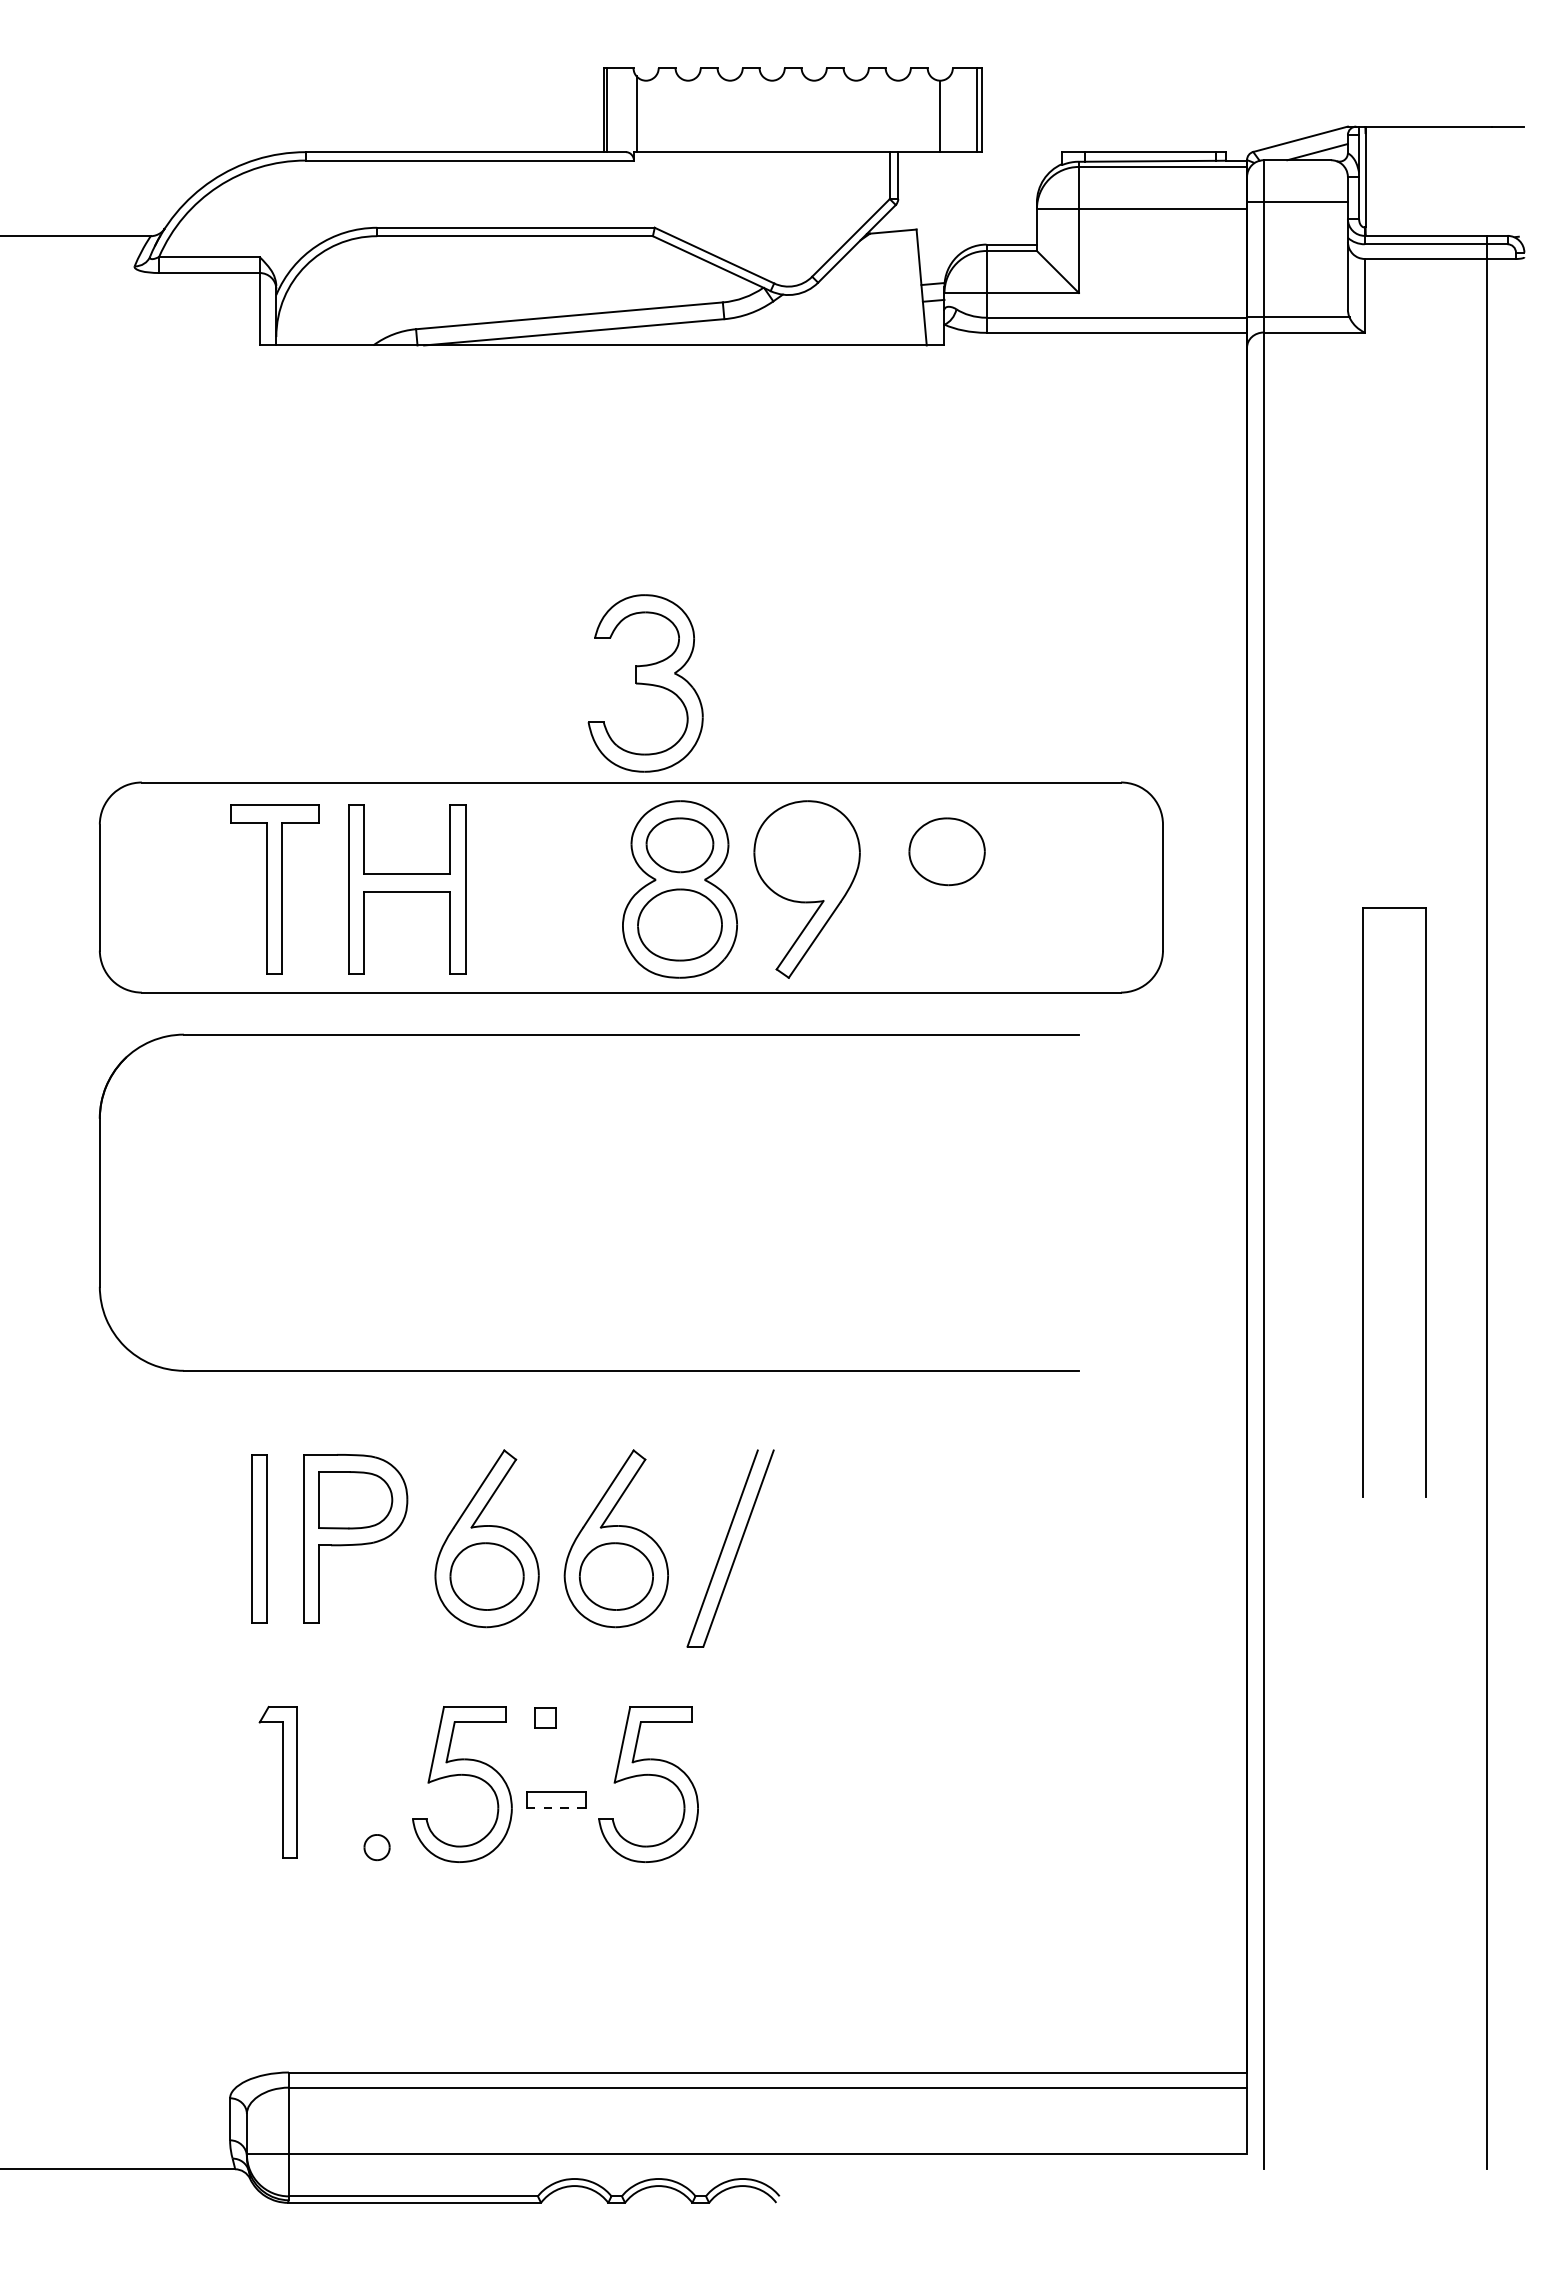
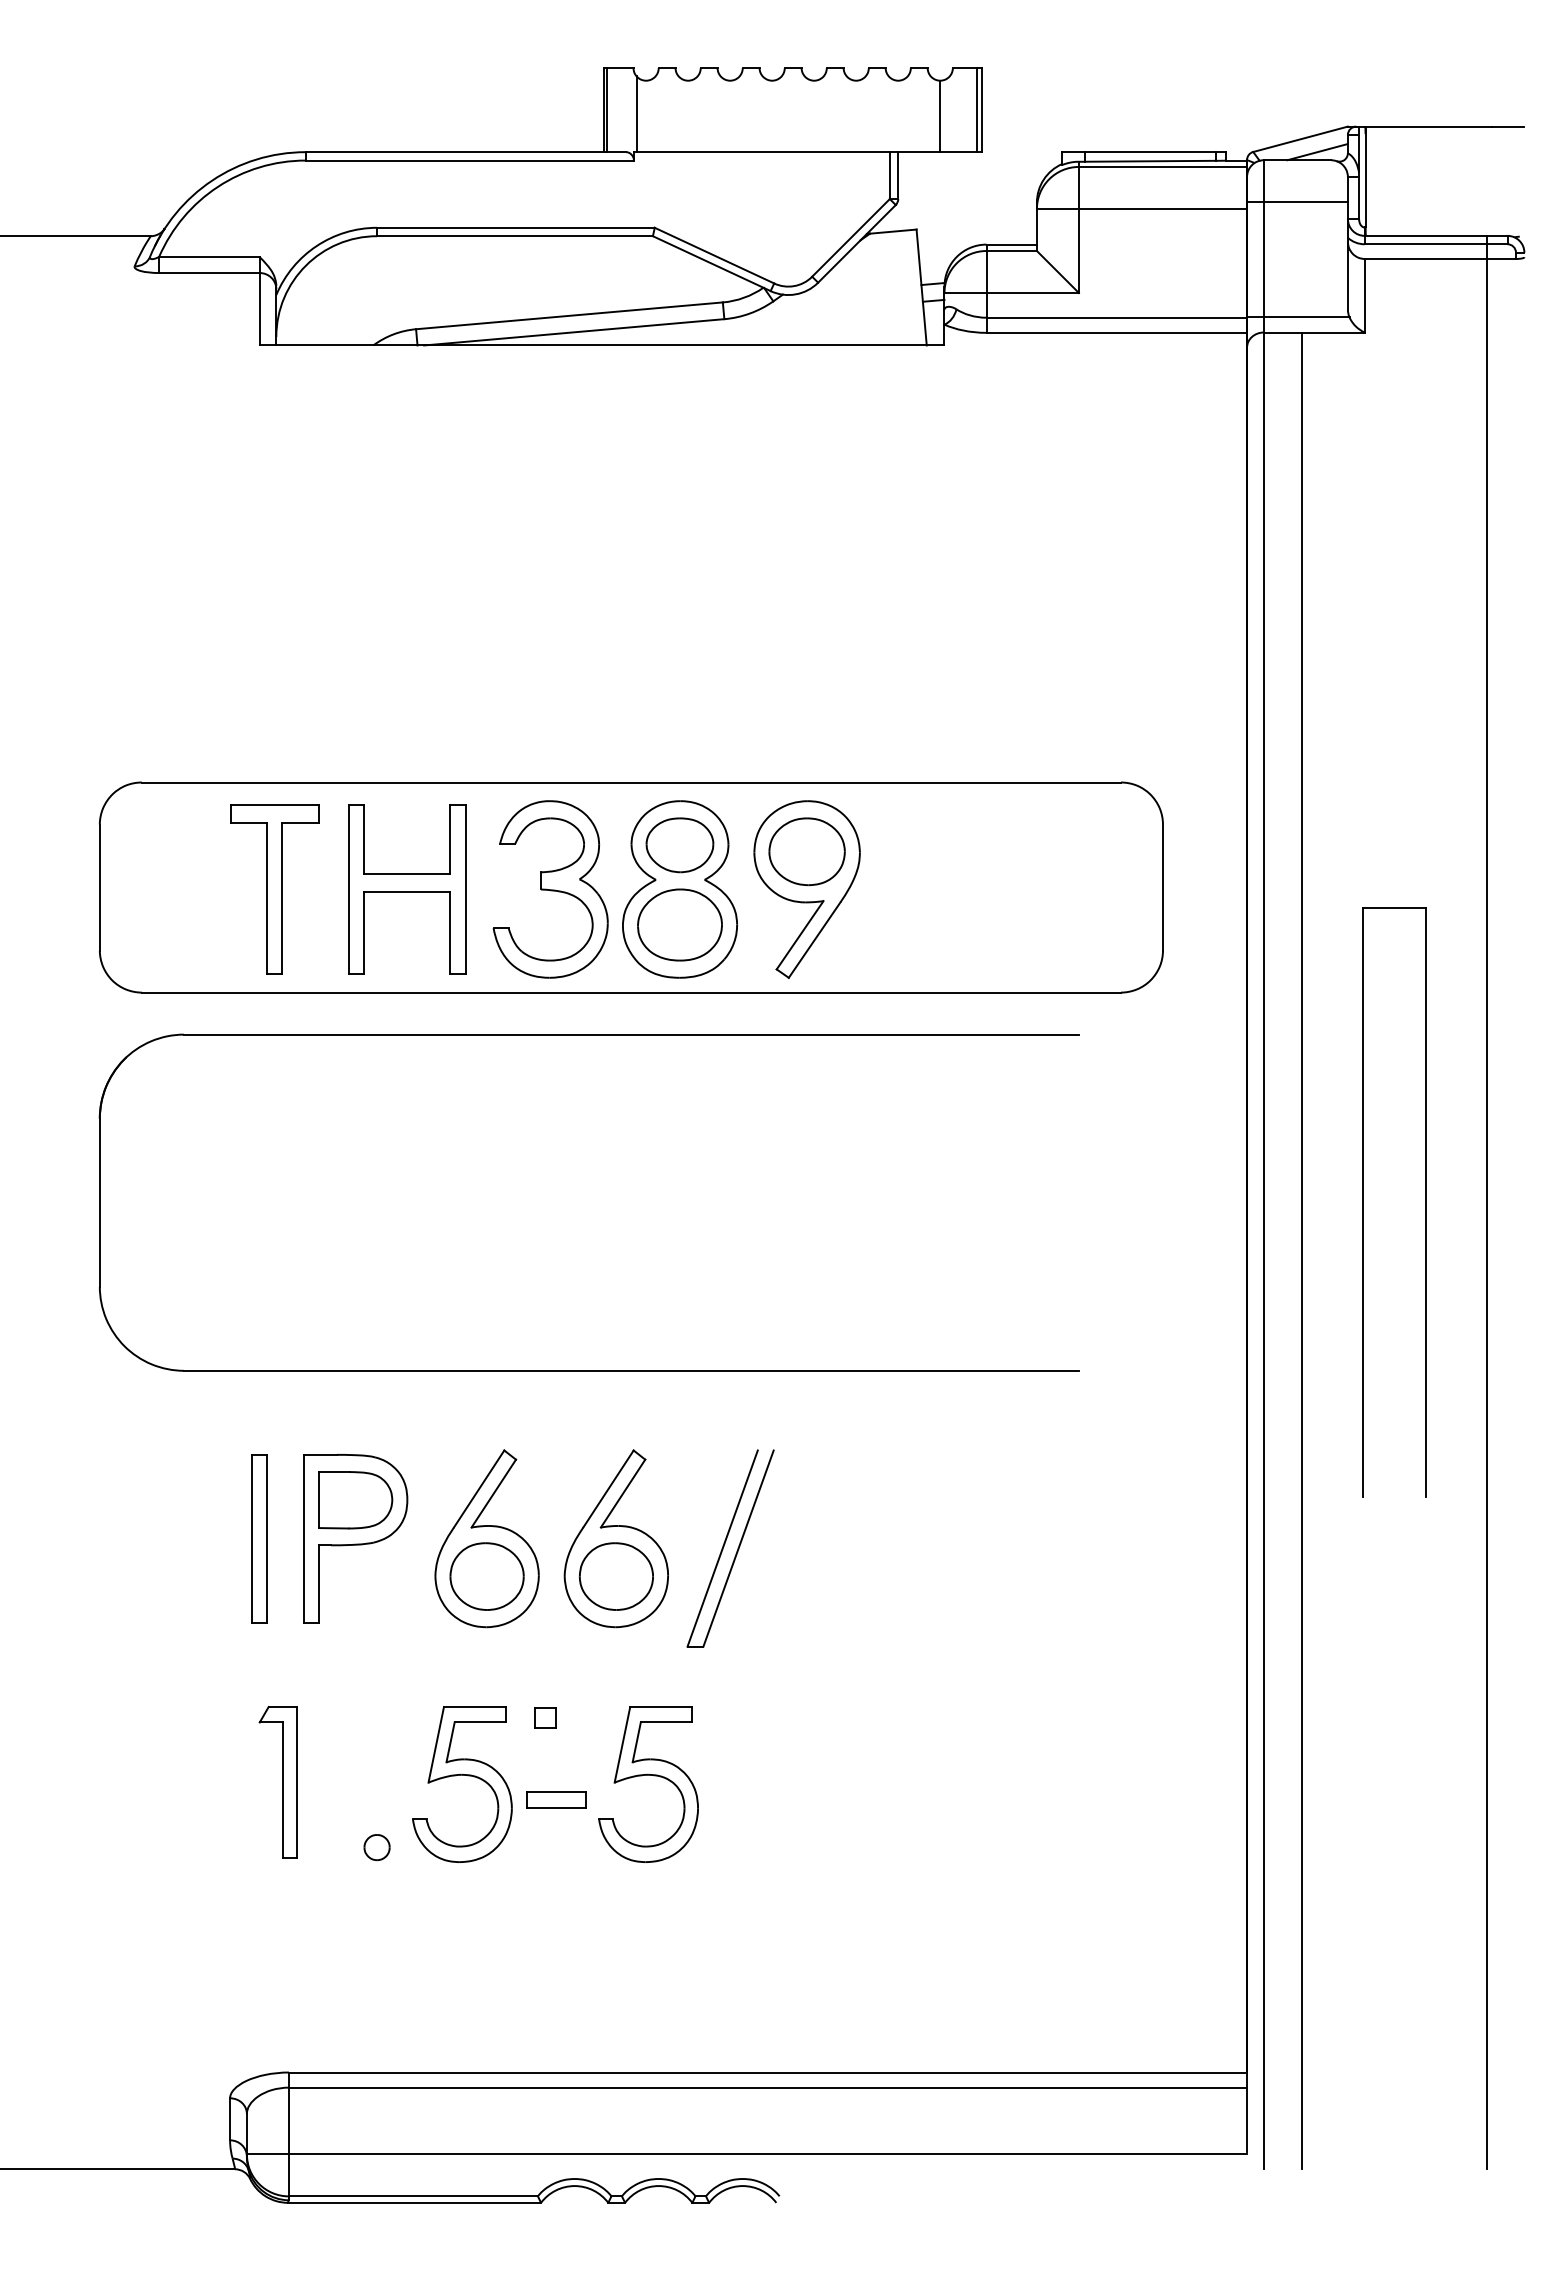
part at (645, 683) position: (645, 683) -> (550, 889)
part at (946, 851) position: (946, 851) -> (806, 851)
line at (1301, 1250): none -> present
line at (556, 1807): dashed -> solid
